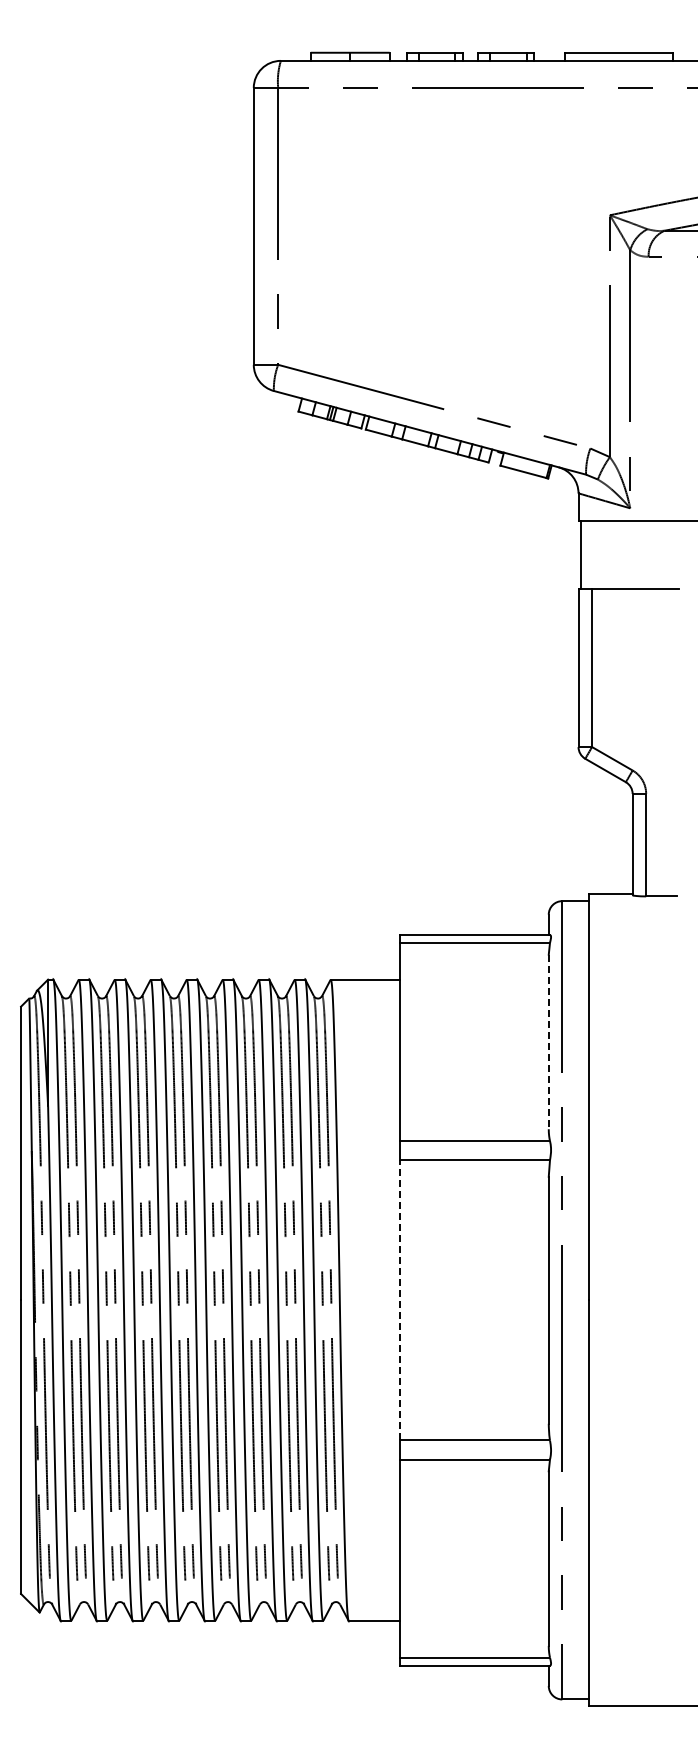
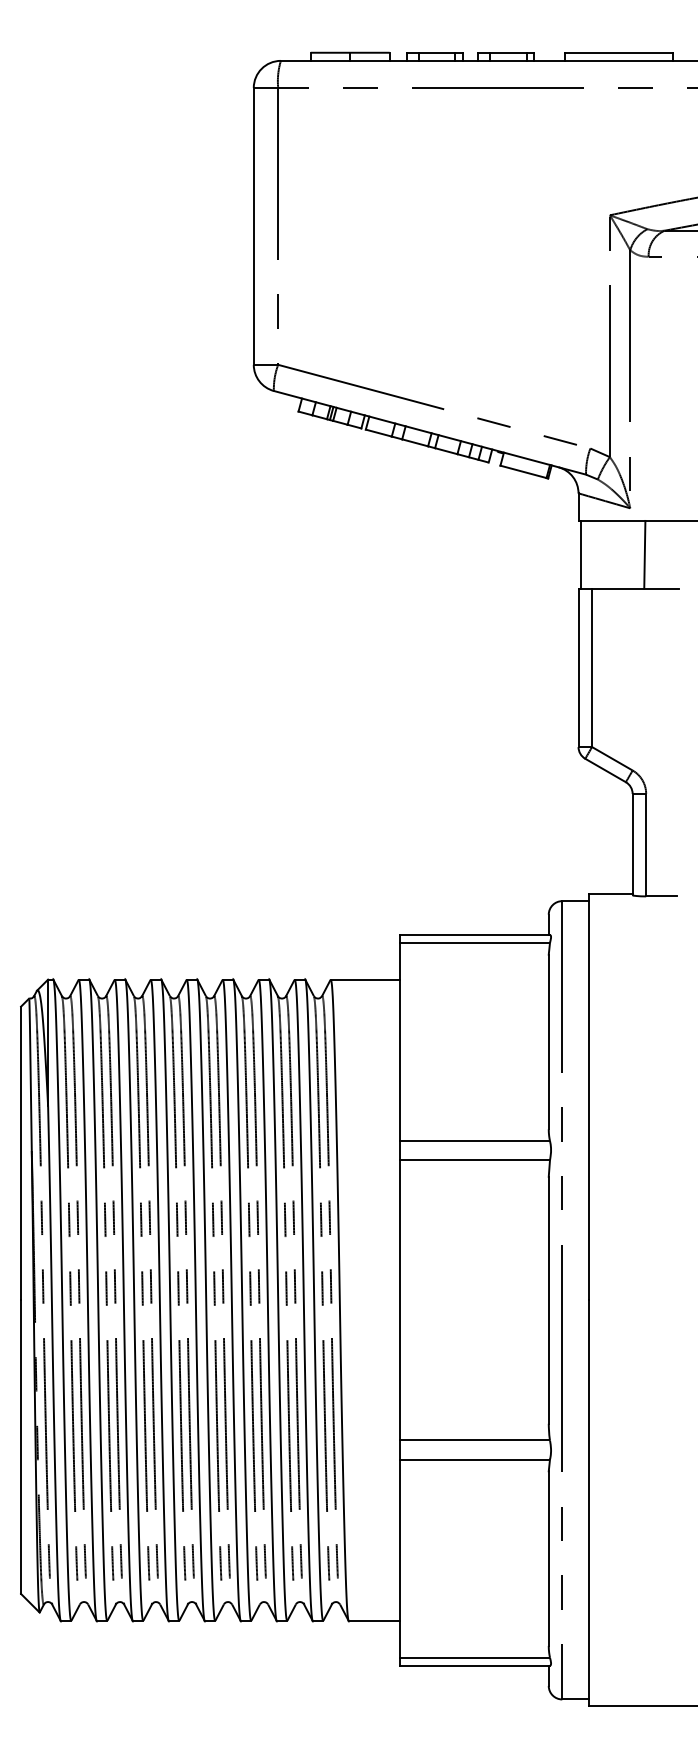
line at (644, 554): none -> present
line at (548, 1042): dashed -> solid
line at (399, 1299): dashed -> solid
